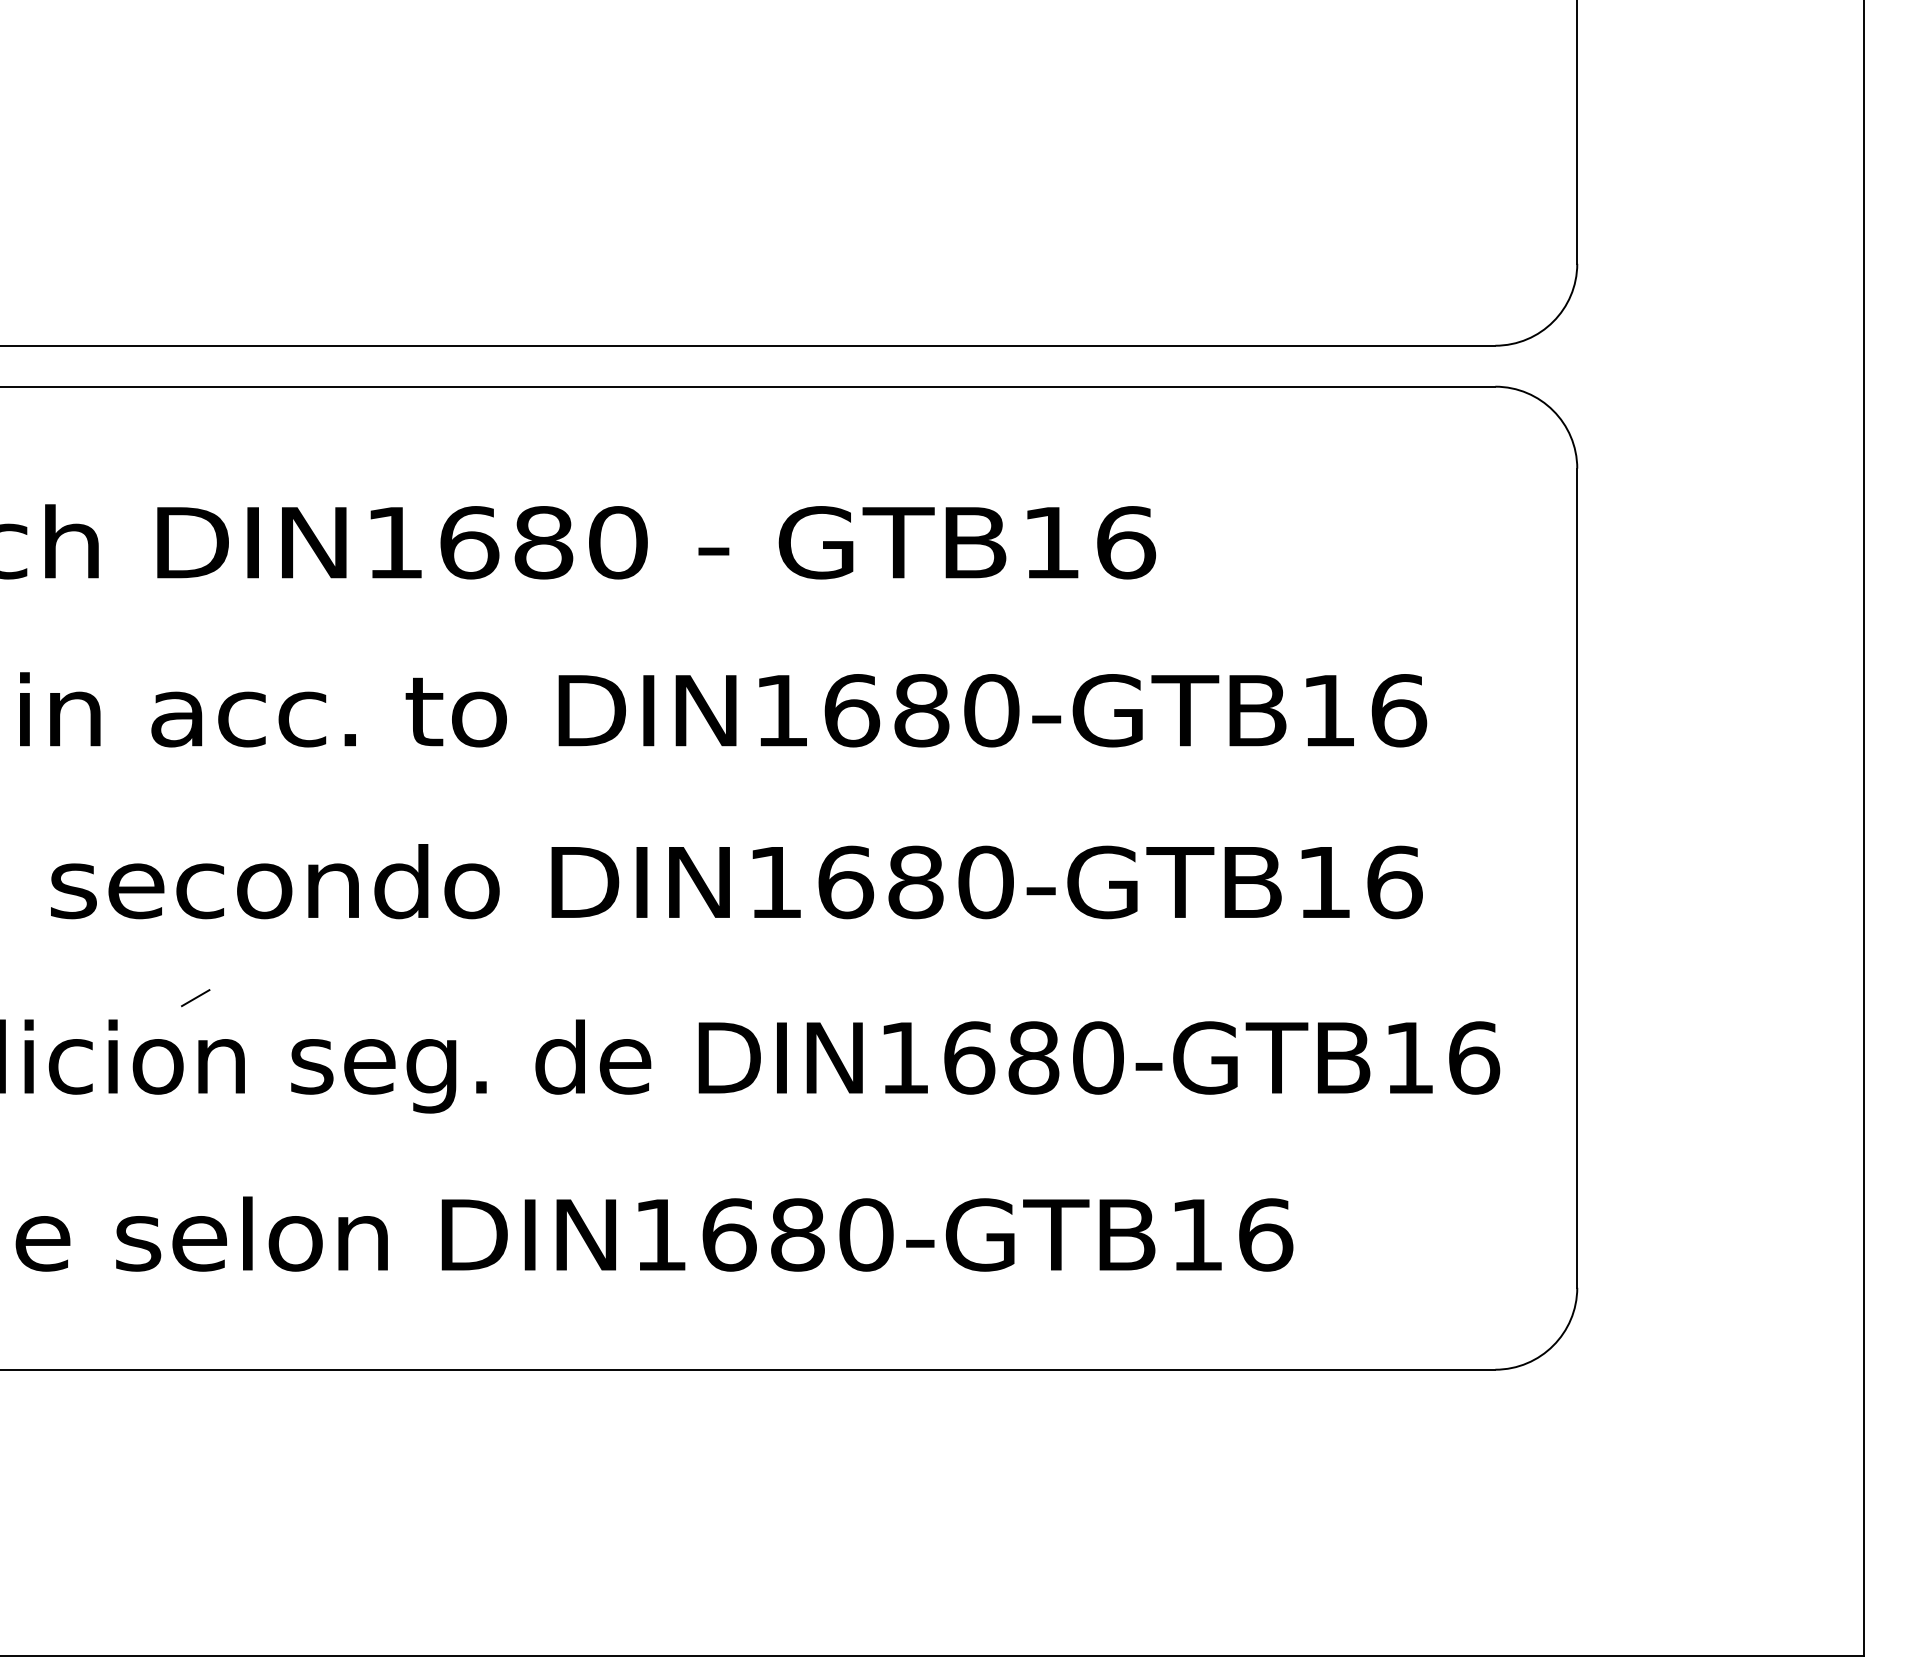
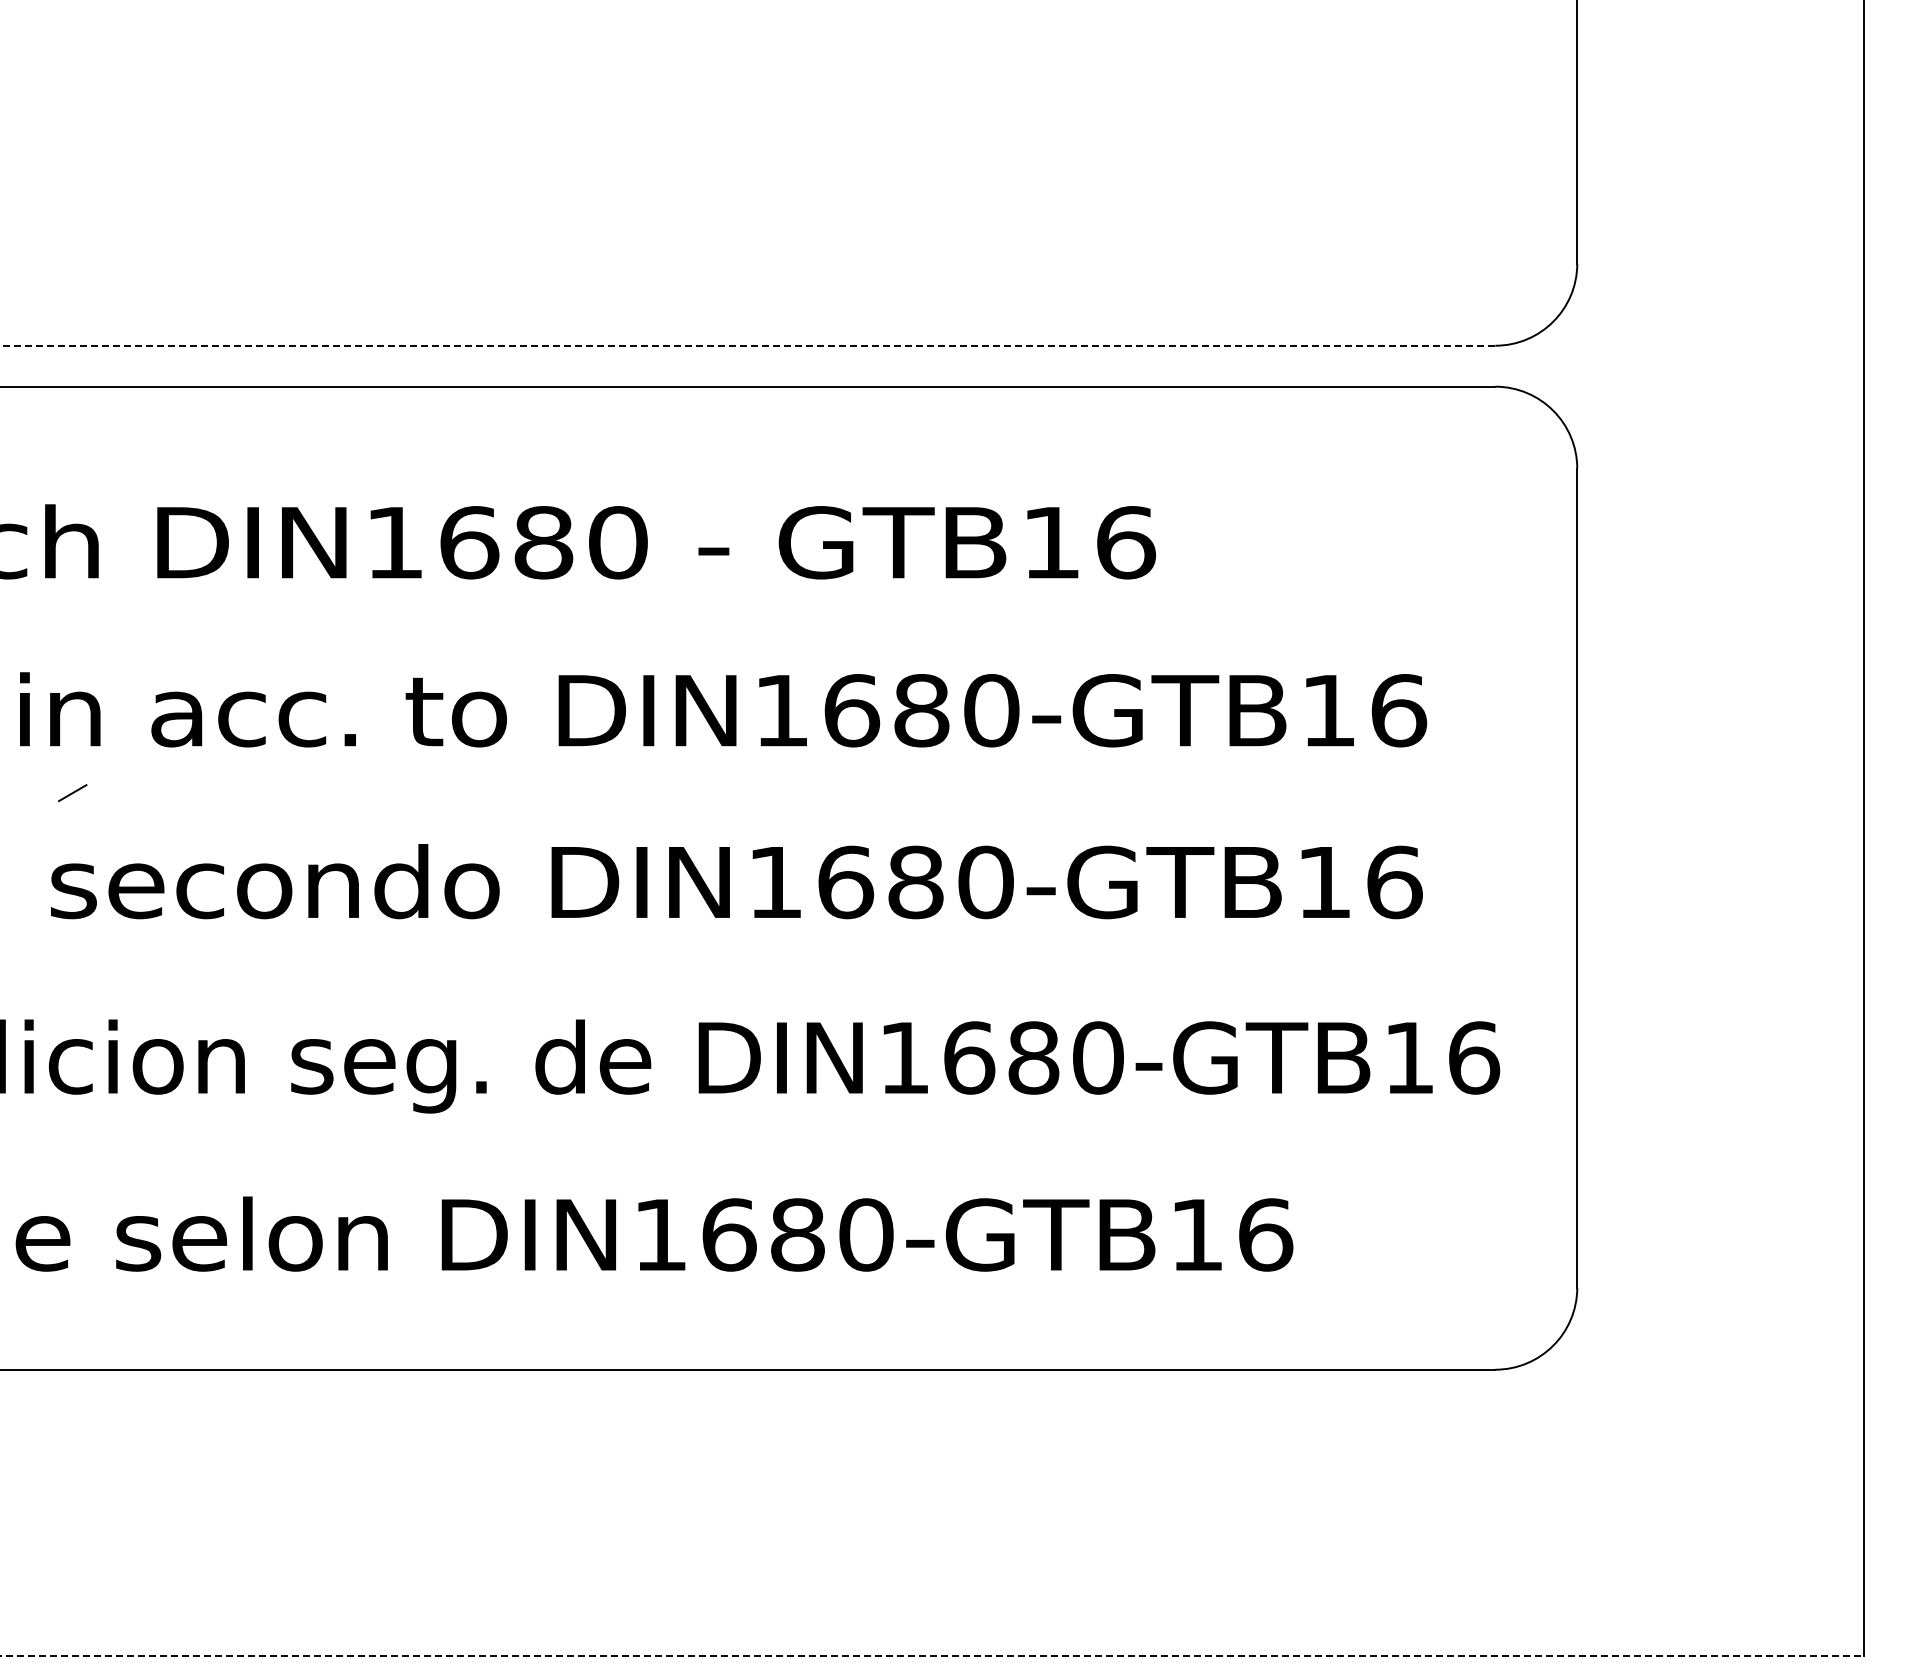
line at (748, 345): solid -> dashed
line at (195, 998) position: (195, 998) -> (72, 793)
line at (932, 1656): solid -> dashed
